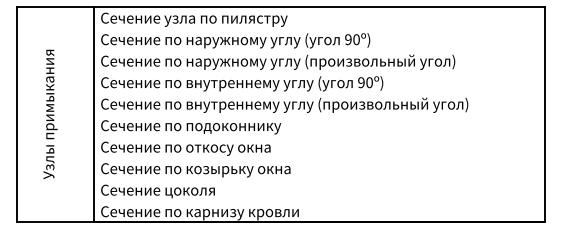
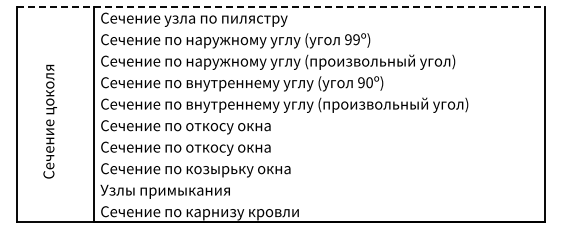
line at (281, 7): solid -> dashed
text at (356, 39): 90º) -> 99º)
text at (50, 114): Узлы примыкания -> Сечение цоколя
text at (233, 128): Сечение по подоконнику -> Сечение по откосу окна
text at (164, 191): Сечение цоколя -> Узлы примыкания
